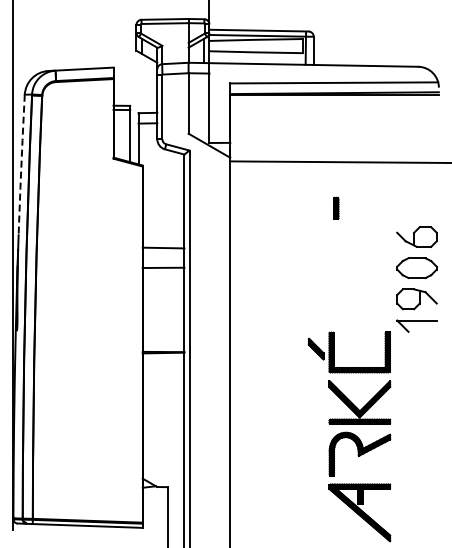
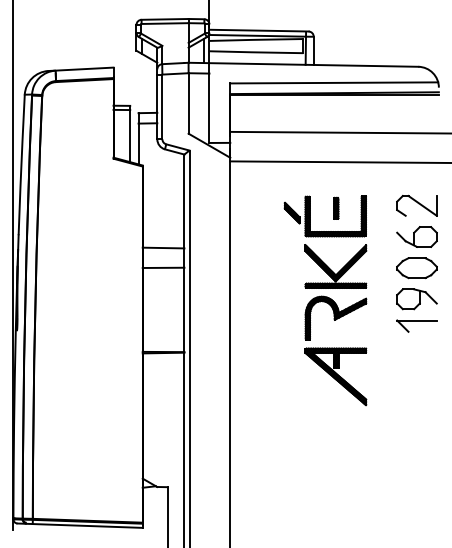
line at (339, 132): none -> present
line at (21, 165): dashed -> solid
part at (416, 205): none -> present
part at (349, 436) position: (349, 436) -> (325, 300)
